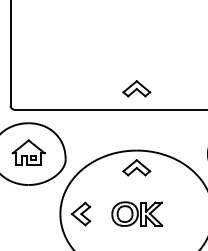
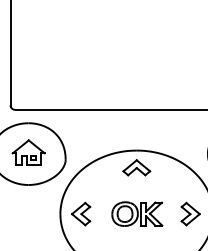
part at (136, 88): present -> none
part at (190, 213): none -> present
